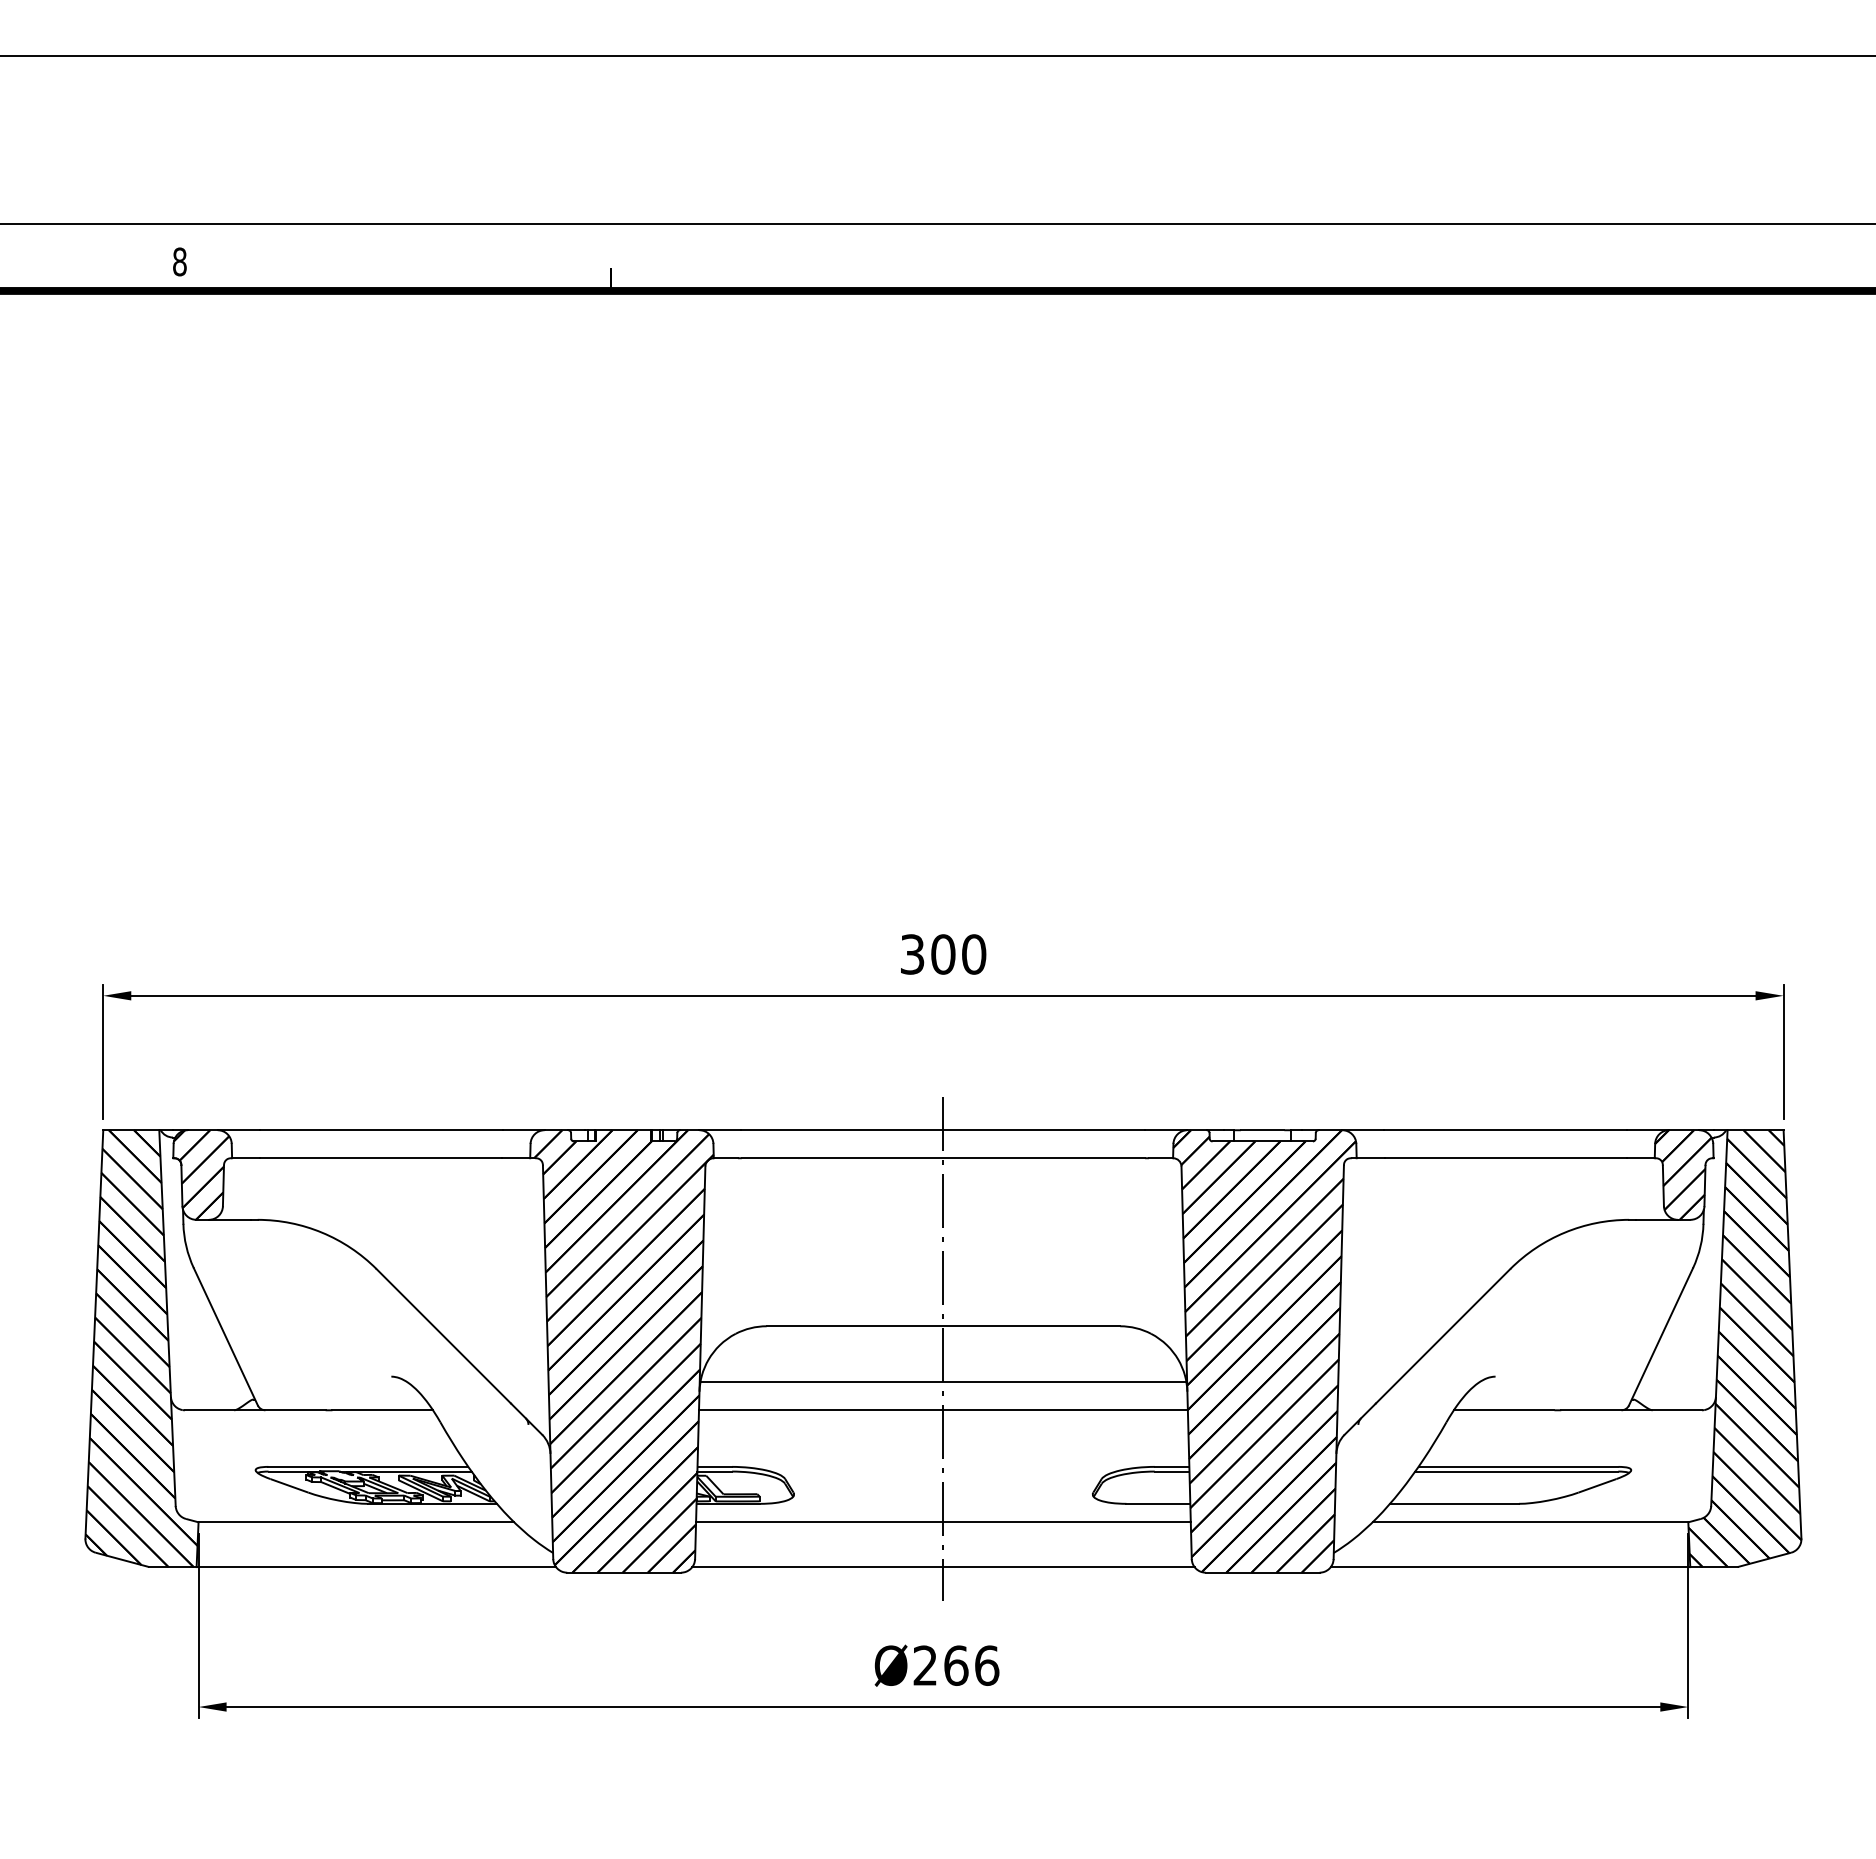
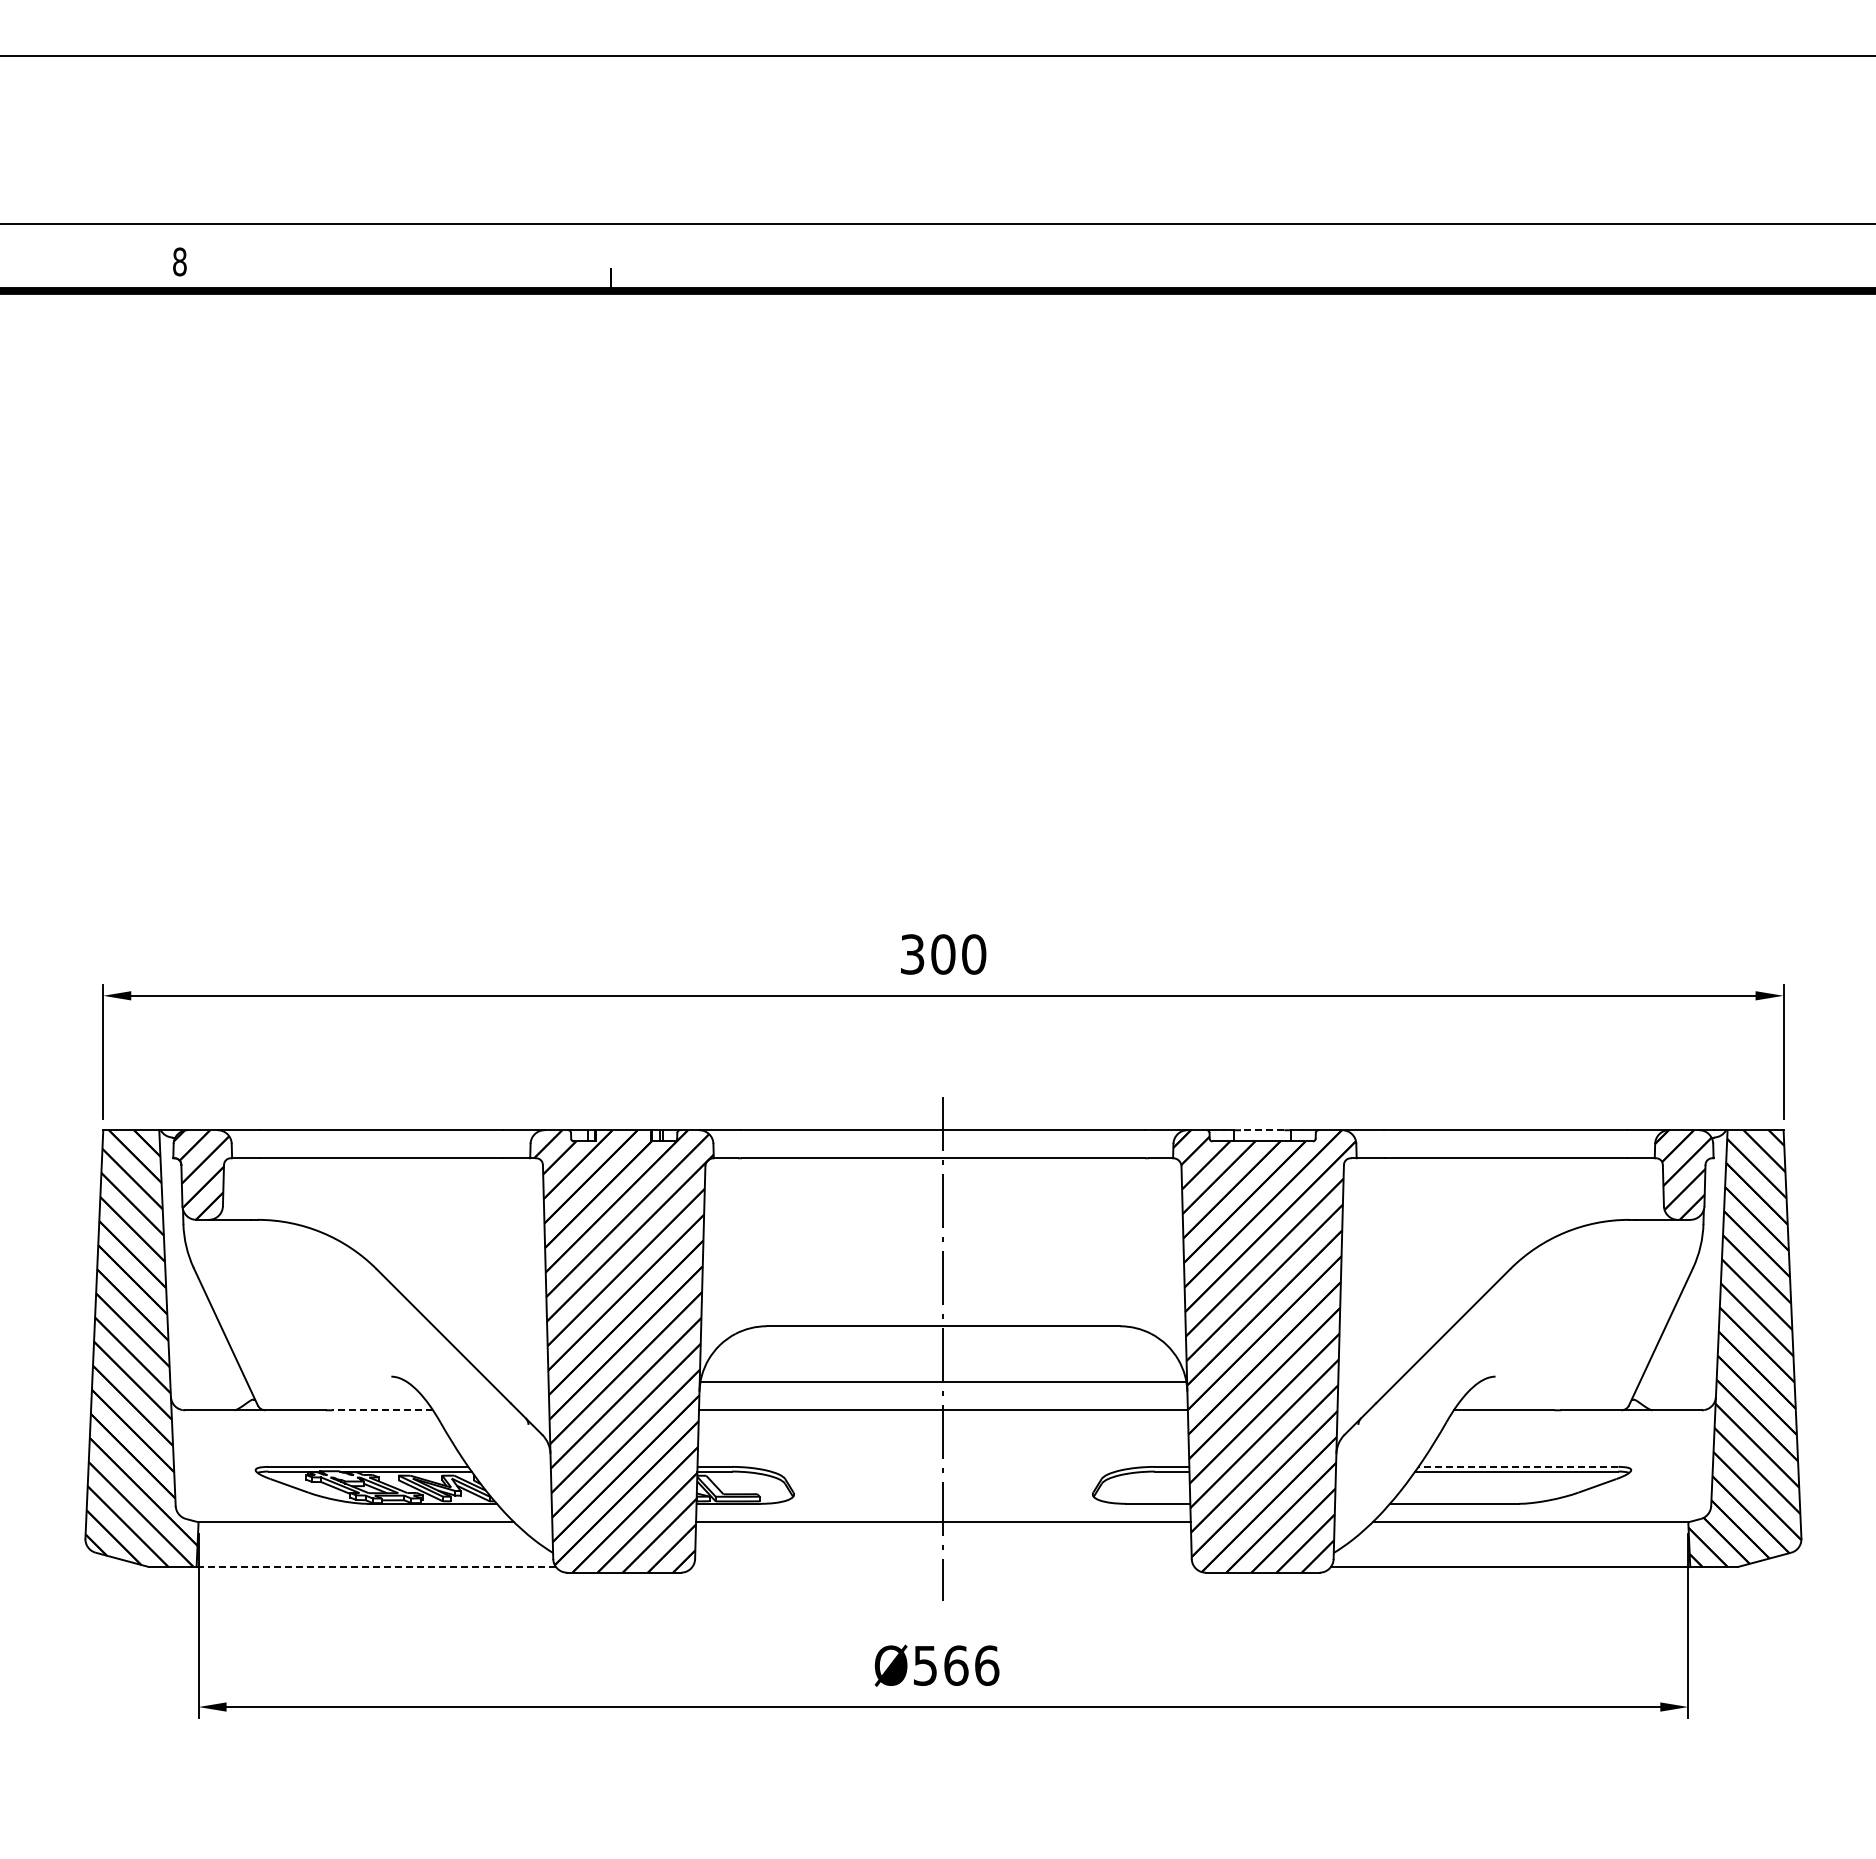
line at (1262, 1130): solid -> dashed
line at (382, 1410): solid -> dashed
line at (1518, 1466): solid -> dashed
line at (376, 1567): solid -> dashed
line at (943, 1567): present -> none
text at (924, 1665): Ø266 -> Ø566
